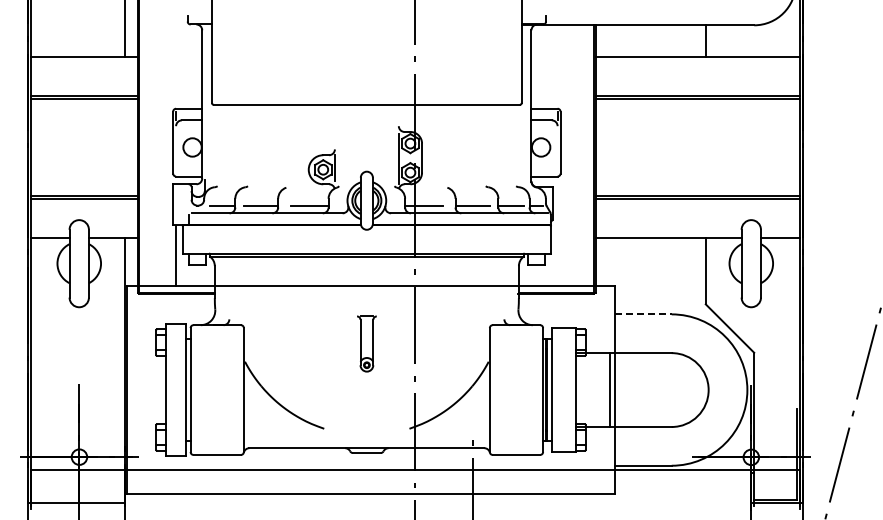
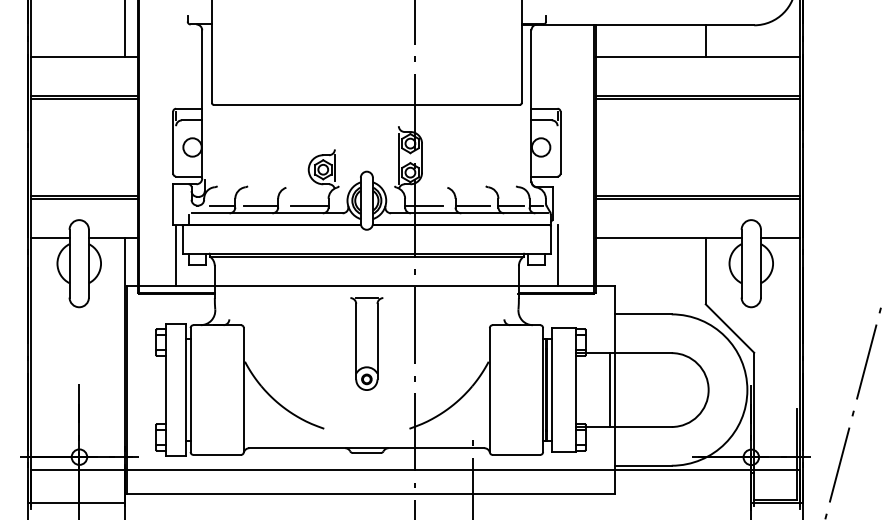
line at (557, 255): none -> present
line at (643, 314): dashed -> solid
part at (366, 343) size: 20x58 px -> 34x94 px
